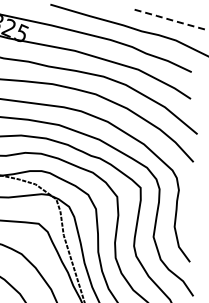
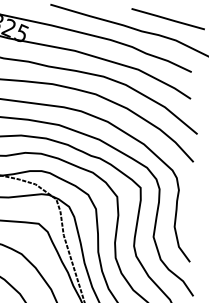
line at (168, 19): dashed -> solid
